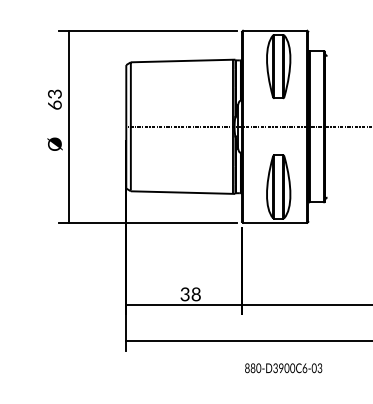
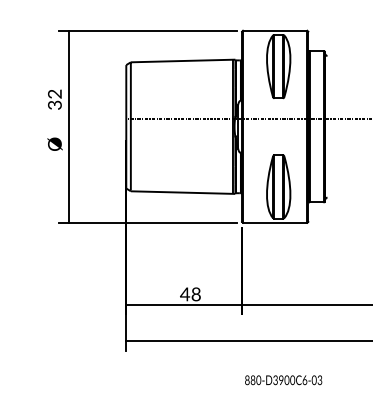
text at (54, 99): 63 -> 32
line at (247, 126) position: (247, 126) -> (247, 118)
text at (185, 294): 38 -> 48
text at (283, 368) position: (283, 368) -> (283, 380)
